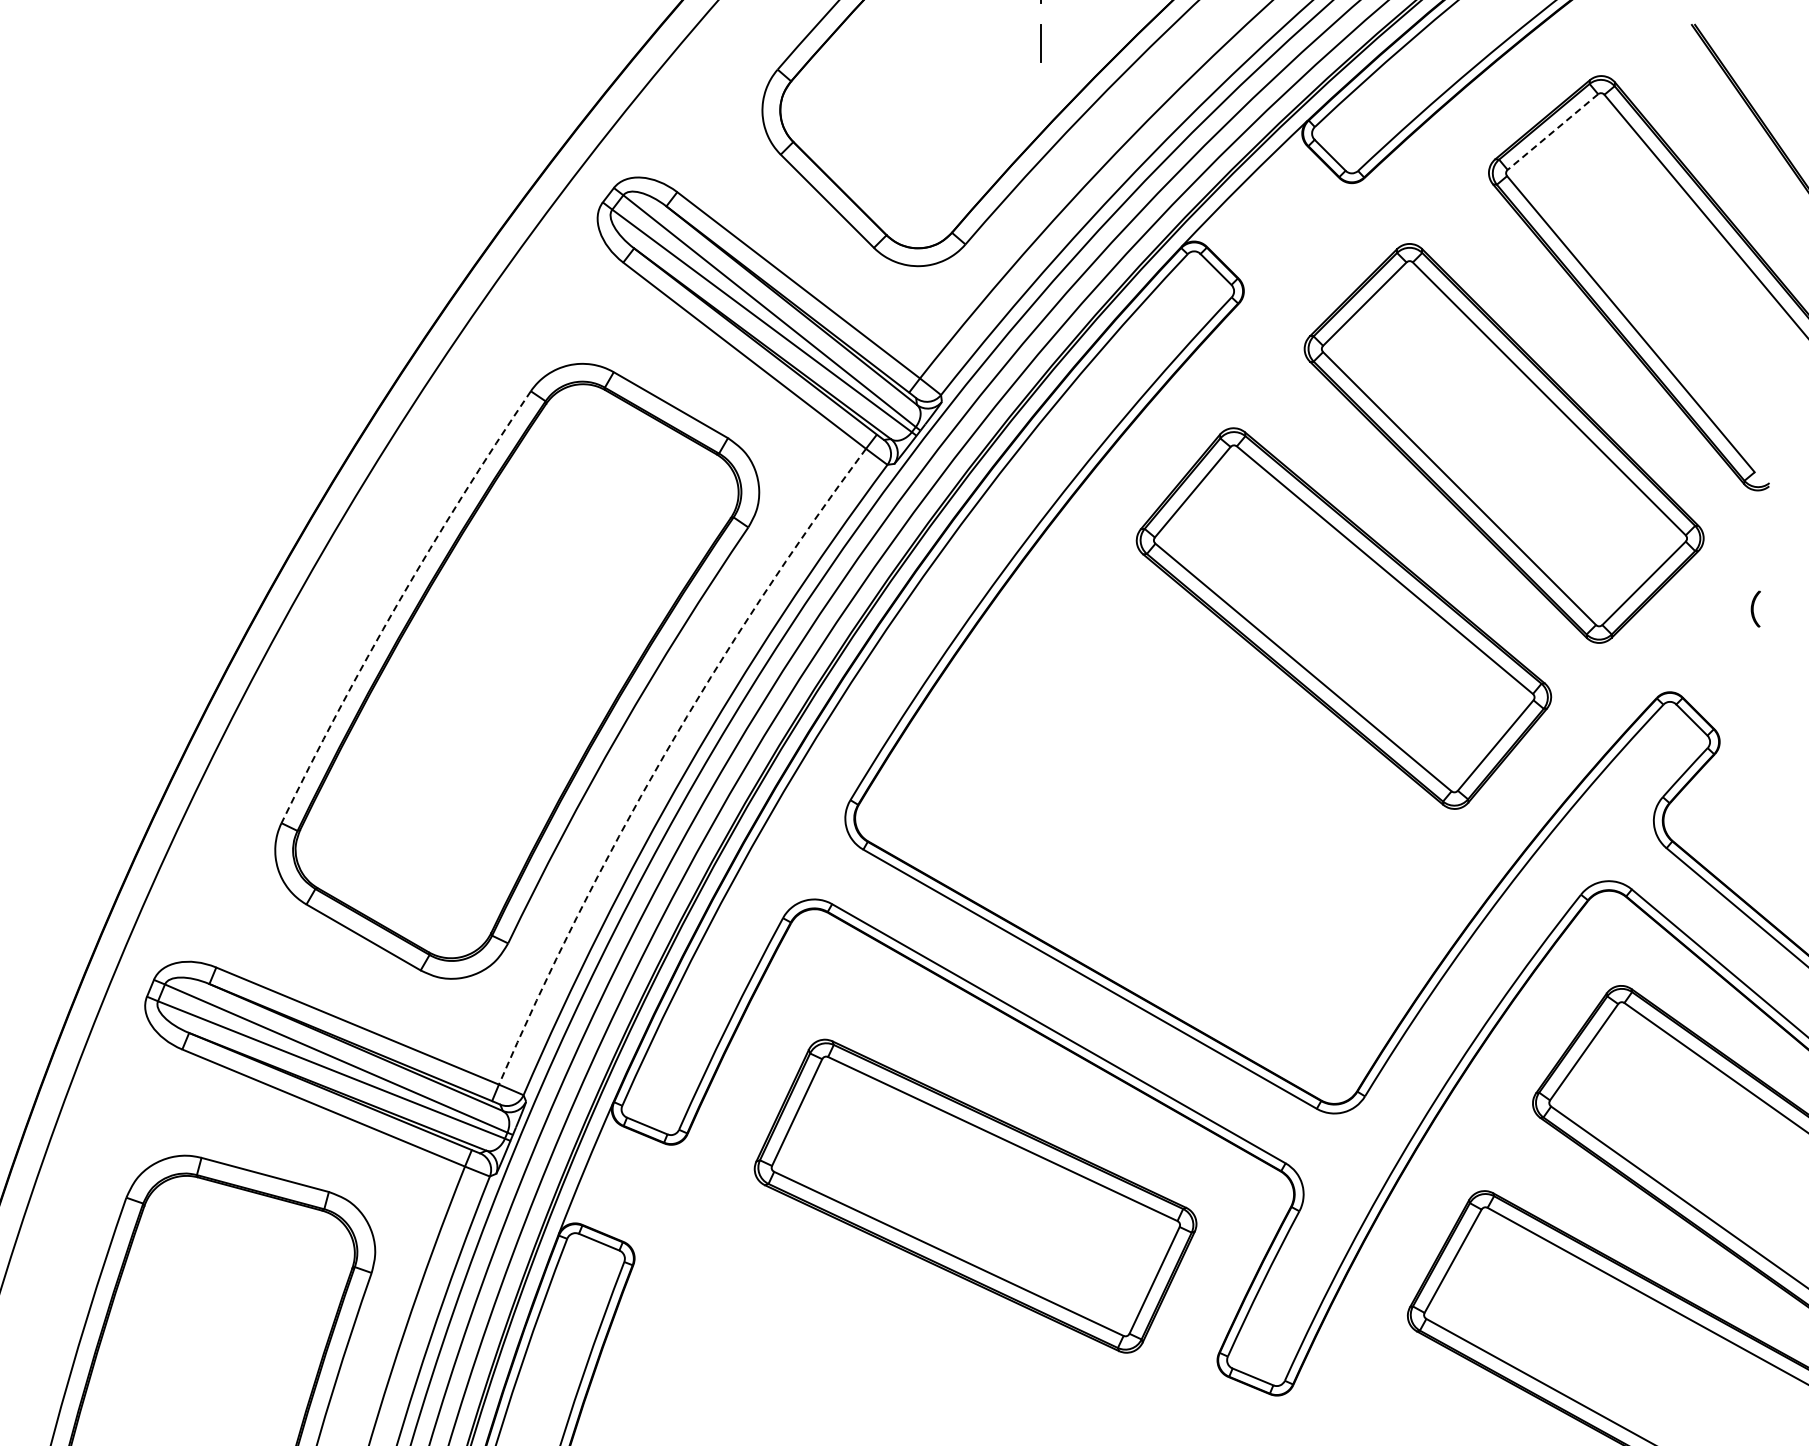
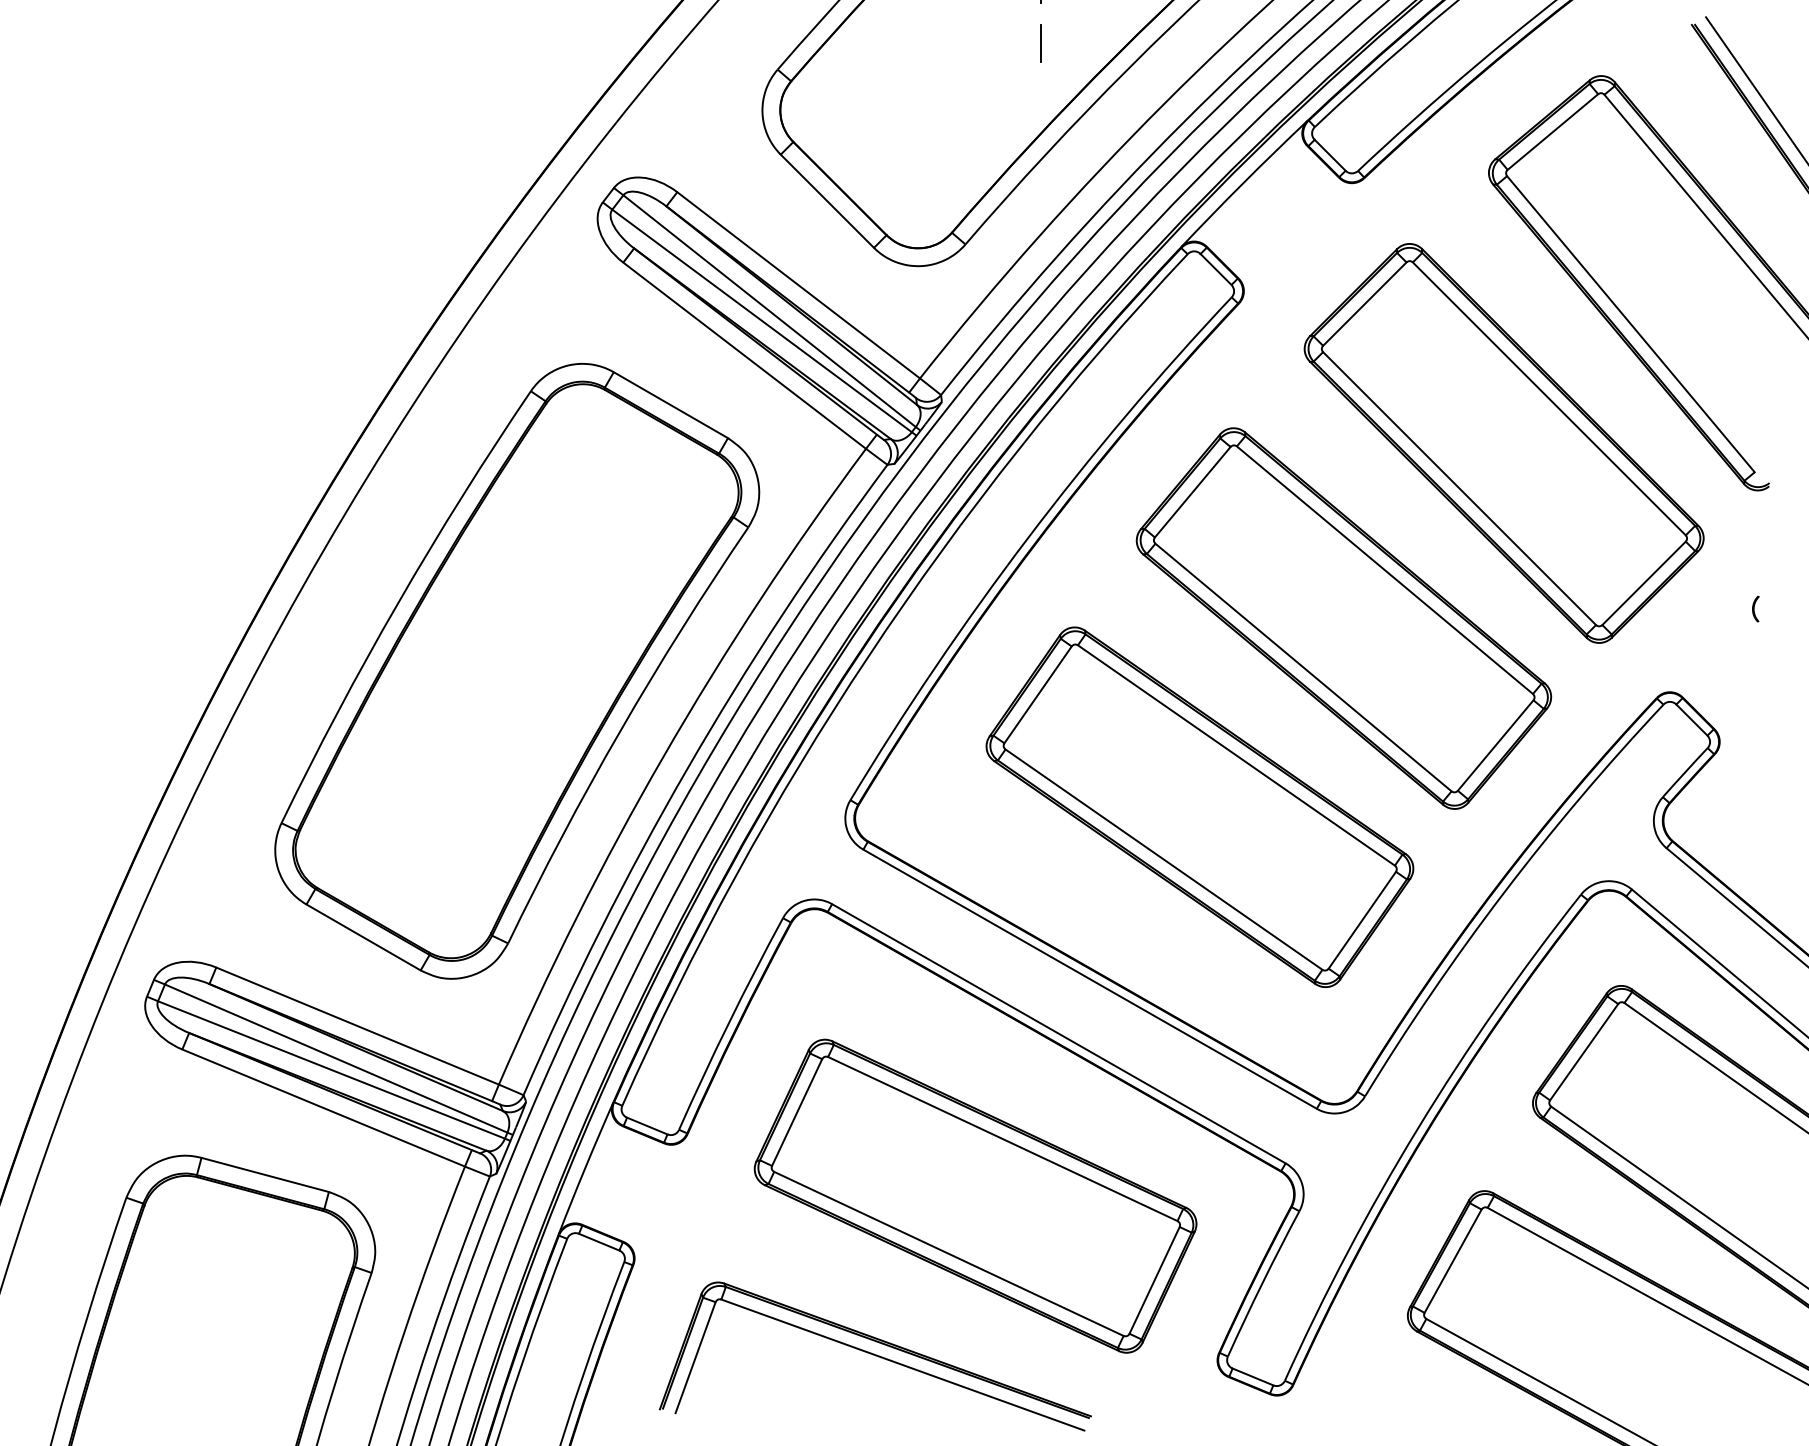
line at (1755, 88): none -> present
line at (1552, 132): dashed -> solid
arc at (398, 602): dashed -> solid
part at (1755, 608) size: 11x38 px -> 8x28 px
arc at (663, 756): dashed -> solid
part at (1199, 806): none -> present
part at (874, 1356): none -> present
